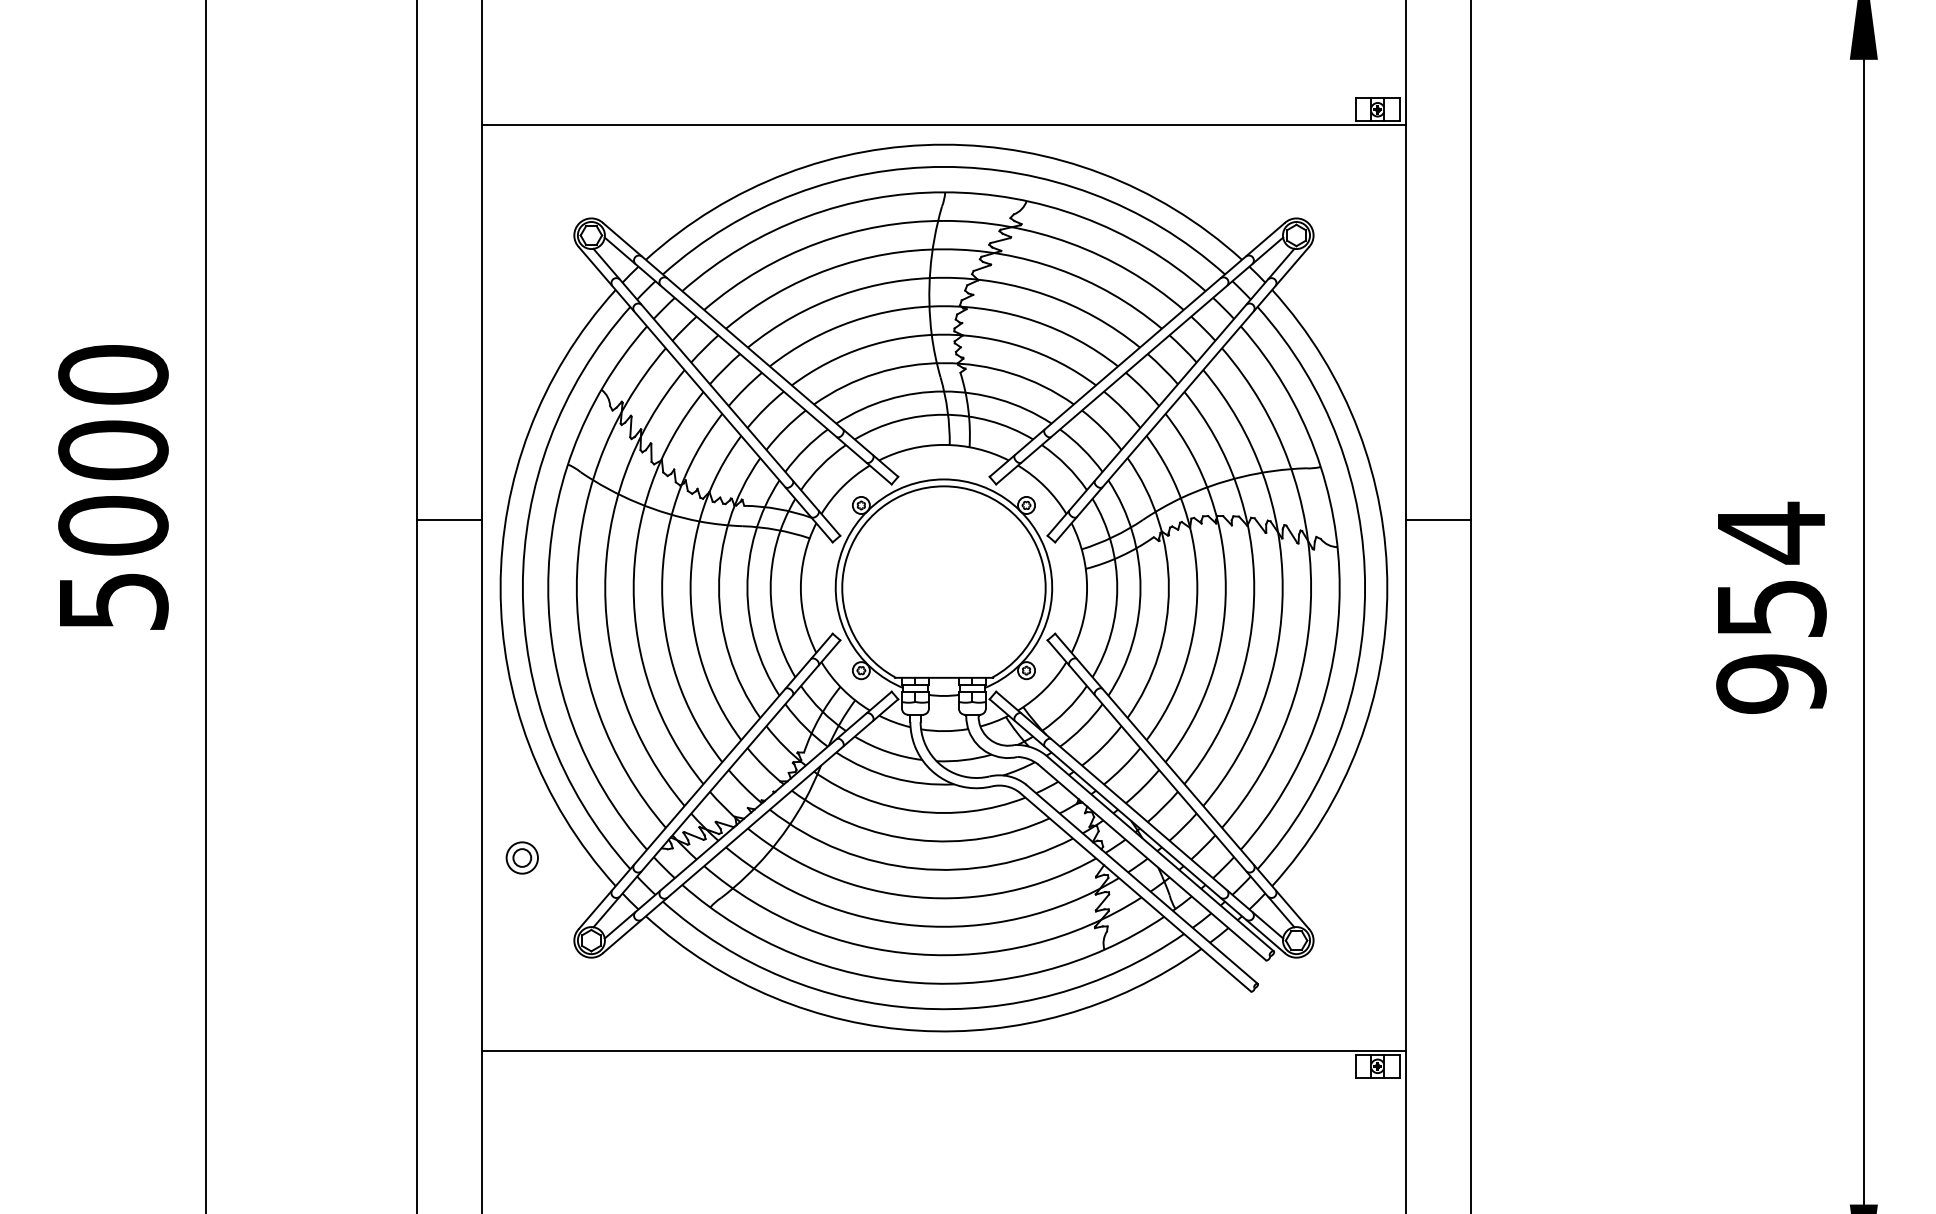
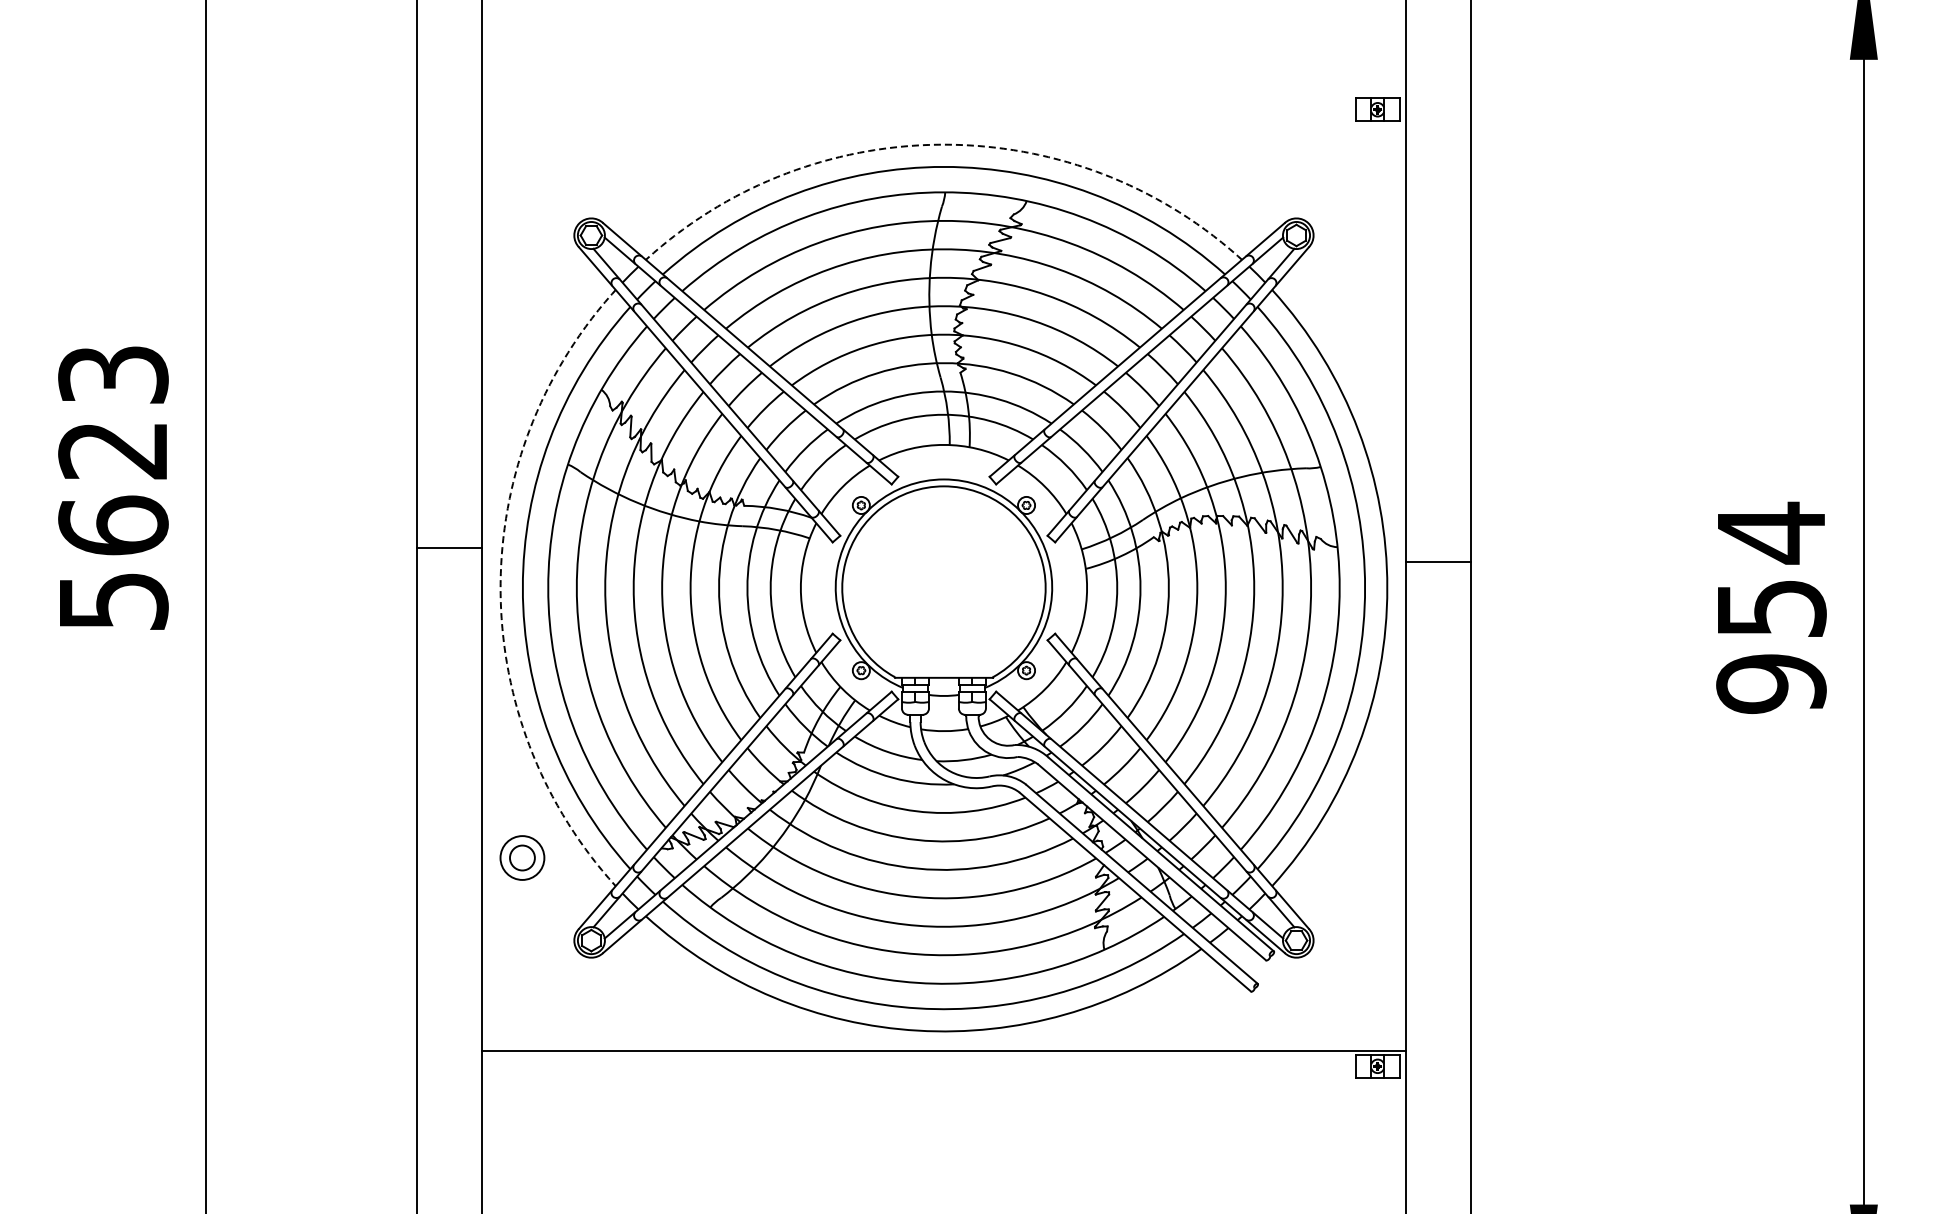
line at (943, 125): present -> none
arc at (943, 144): solid -> dashed
text at (113, 450): 5000 -> 5623
line at (449, 520) position: (449, 520) -> (449, 548)
line at (1438, 520) position: (1438, 520) -> (1438, 562)
arc at (500, 588): solid -> dashed
part at (521, 857) size: 34x34 px -> 47x46 px
